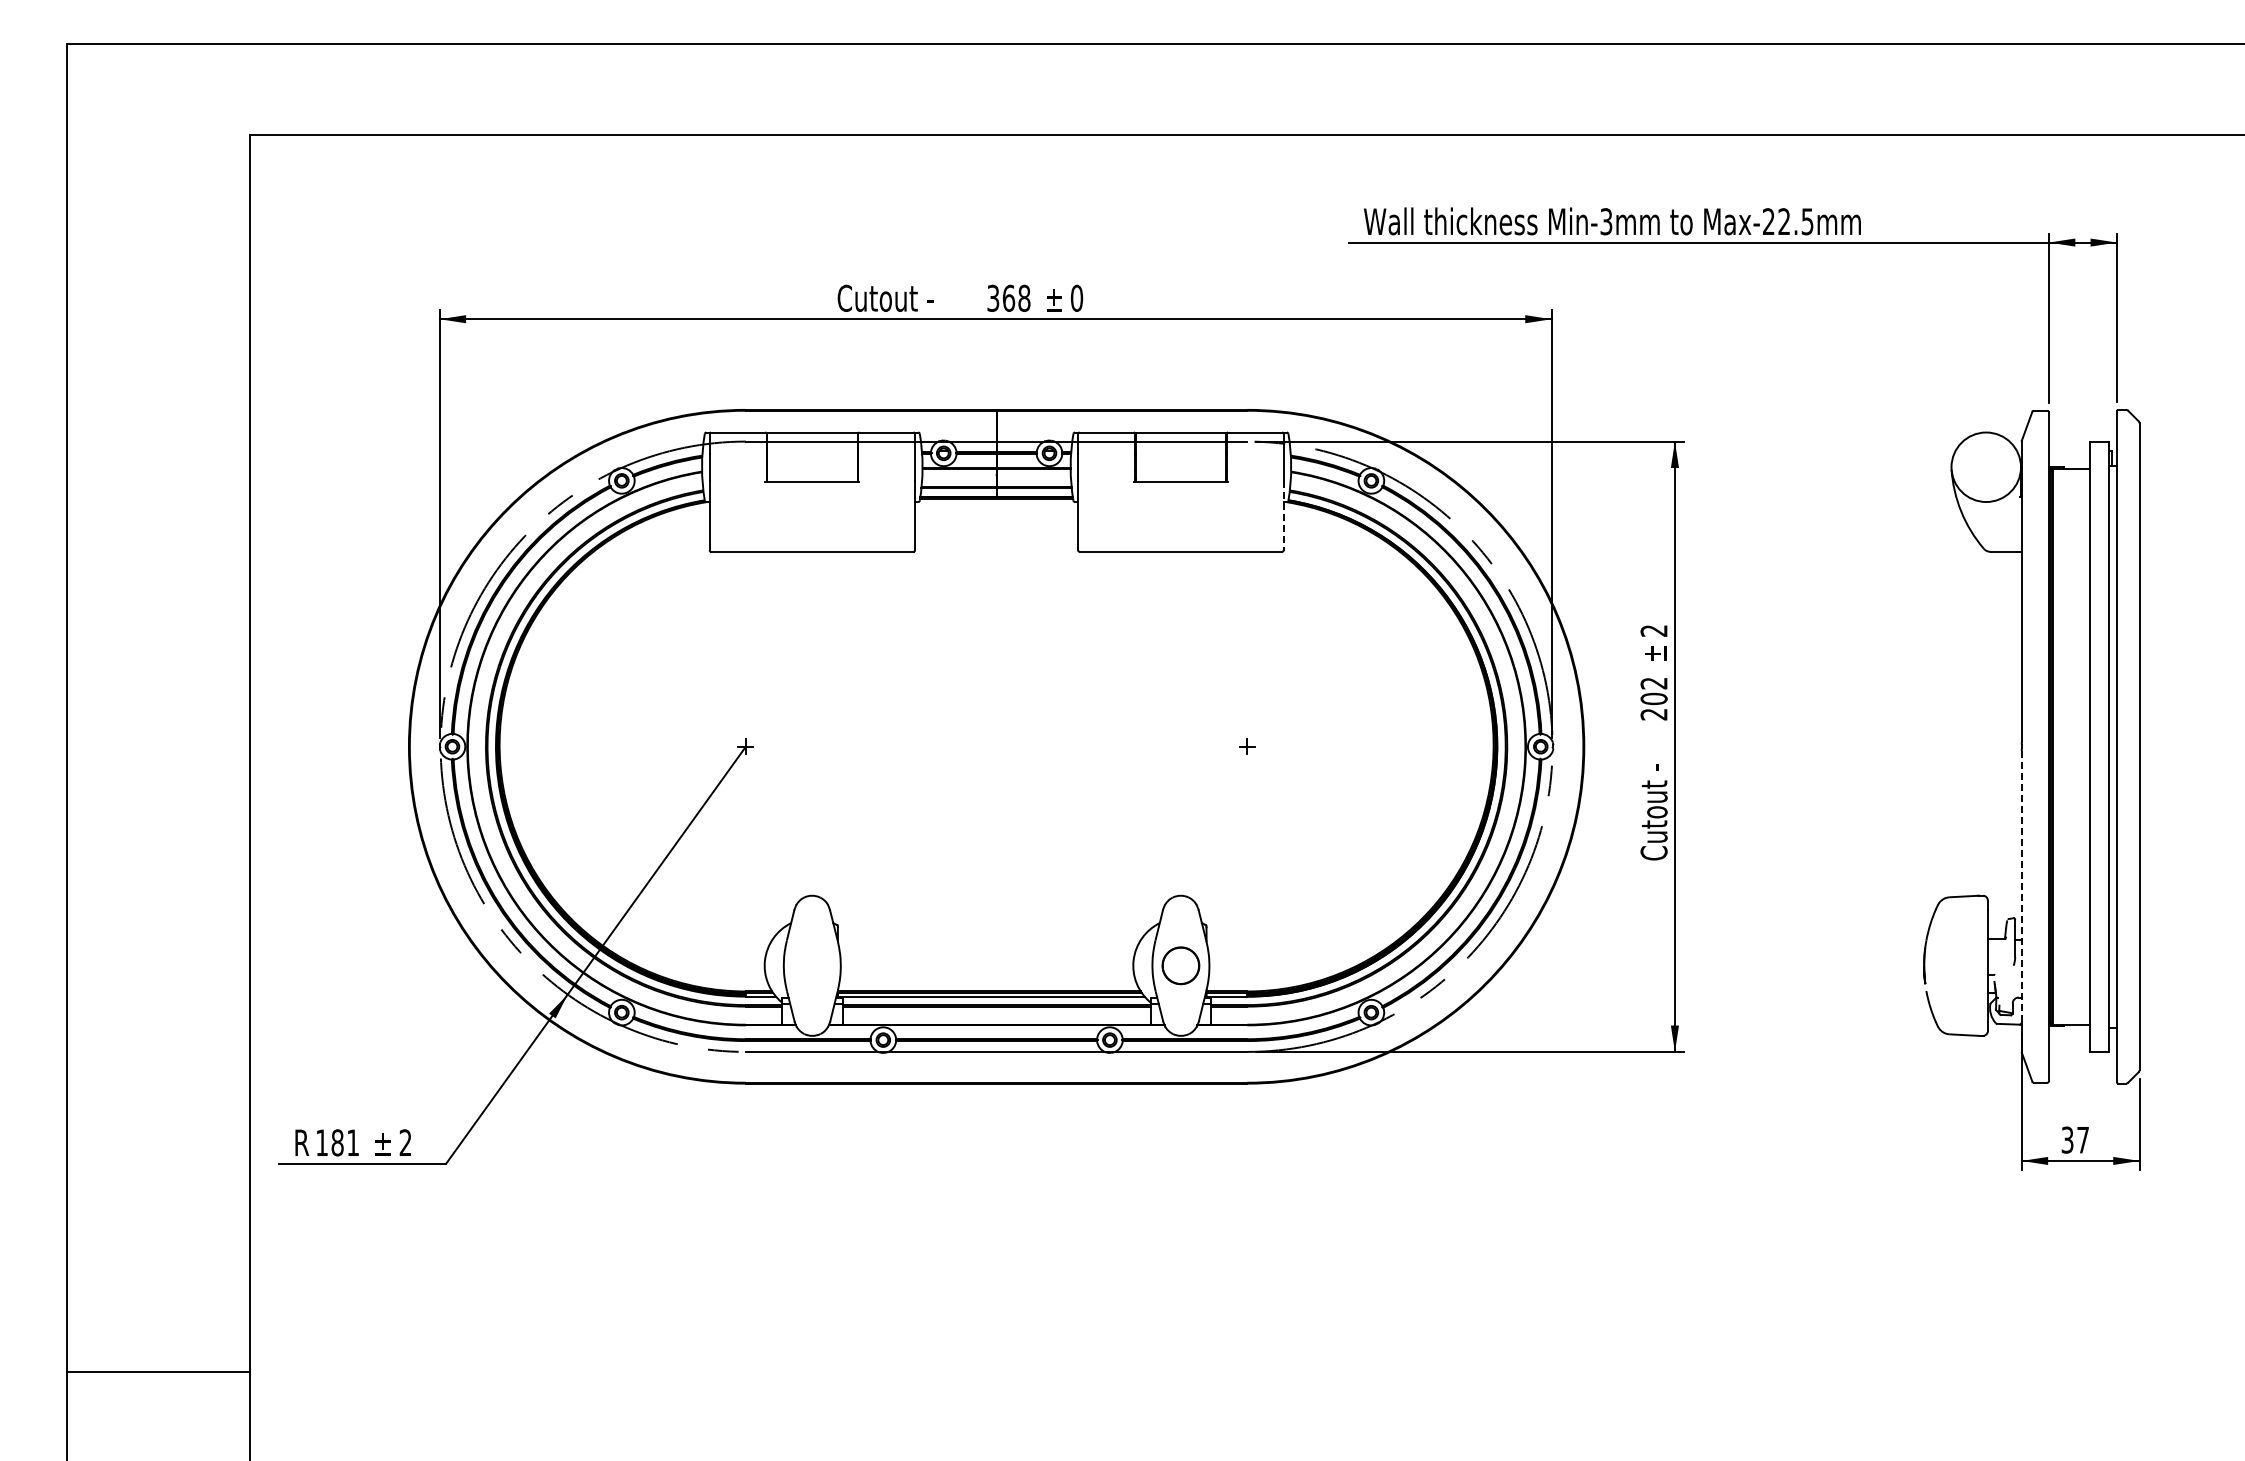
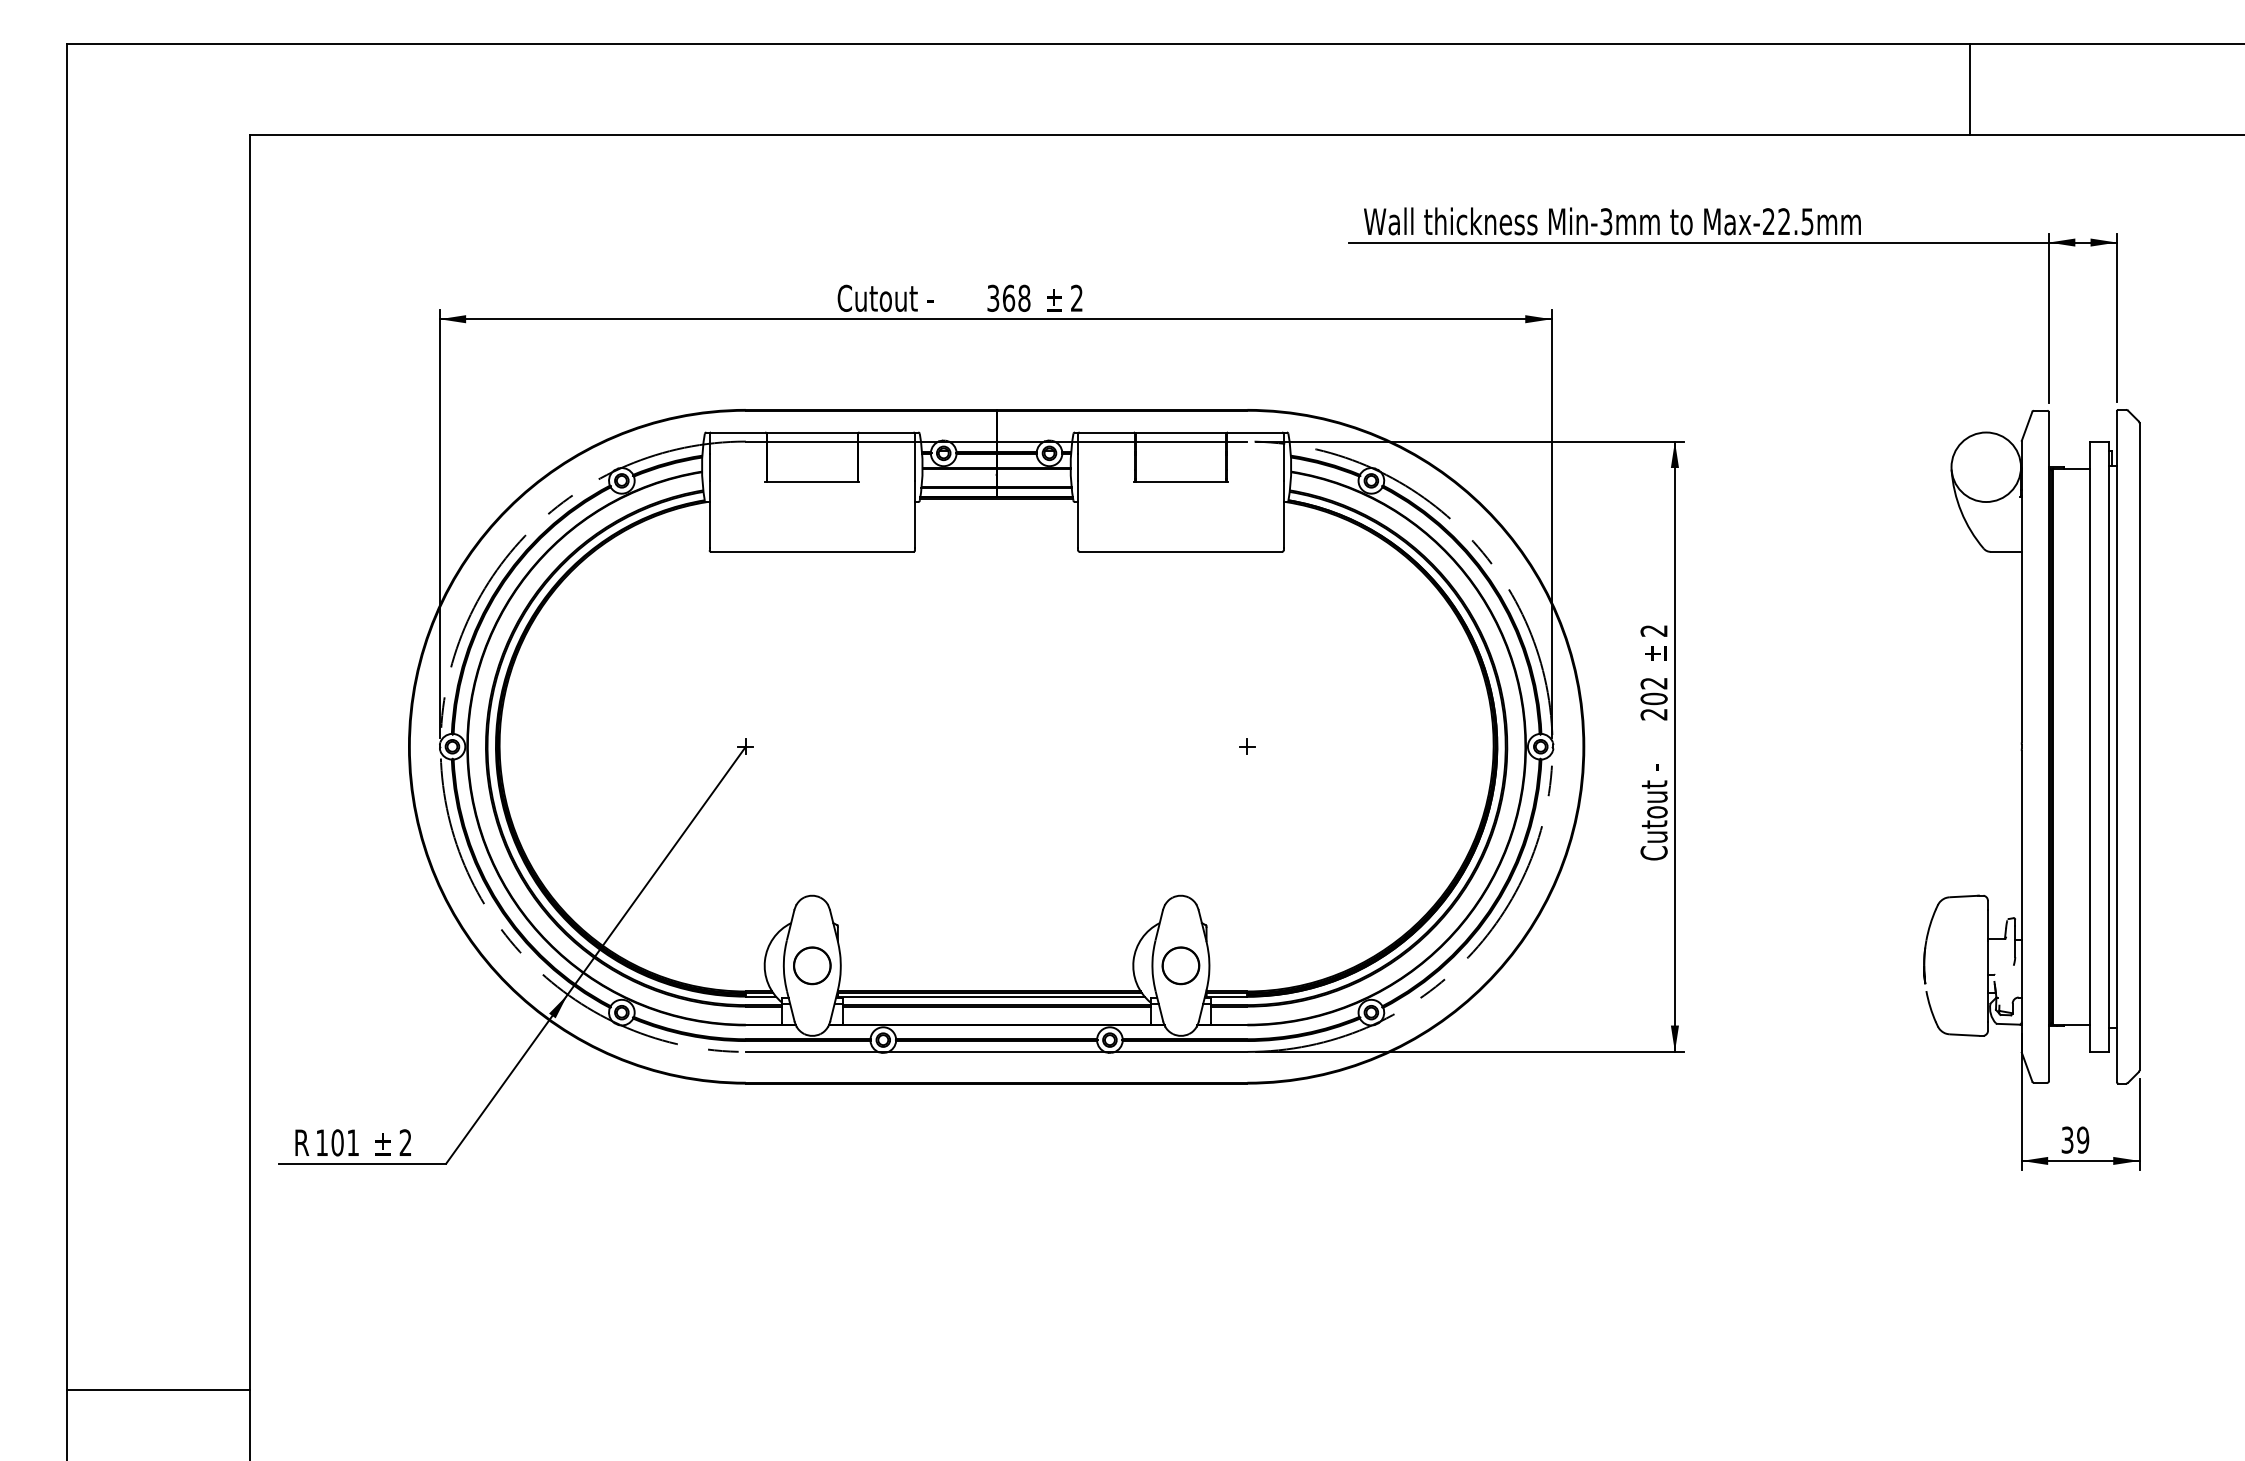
line at (1969, 89): none -> present
text at (1076, 297): 0 -> 2
line at (1283, 514): dashed -> solid
line at (2021, 886): dashed -> solid
part at (812, 965): none -> present
text at (2083, 1139): 37 -> 39
text at (337, 1142): 181 -> 101
line at (158, 1372) position: (158, 1372) -> (158, 1390)
